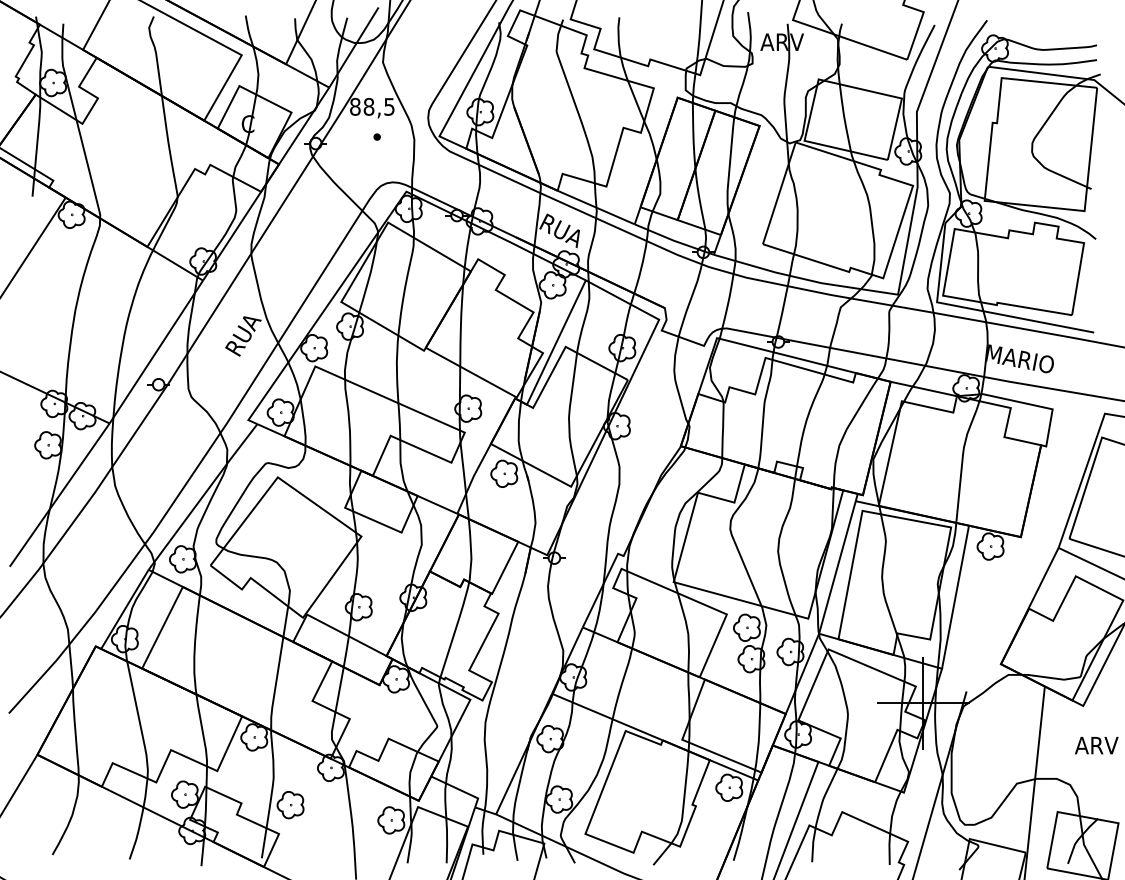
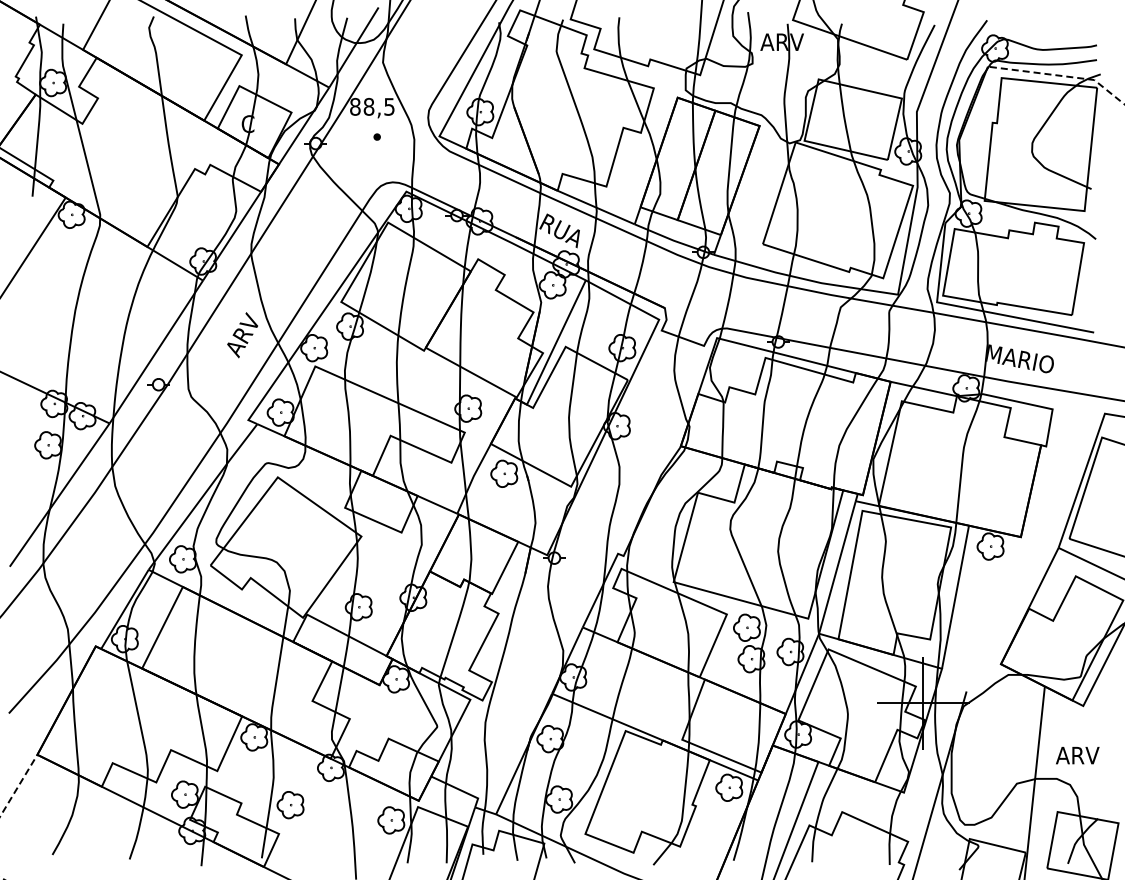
line at (1060, 75): solid -> dashed
text at (243, 335): RUA -> ARV
text at (1096, 745) position: (1096, 745) -> (1077, 755)
line at (17, 787): solid -> dashed
